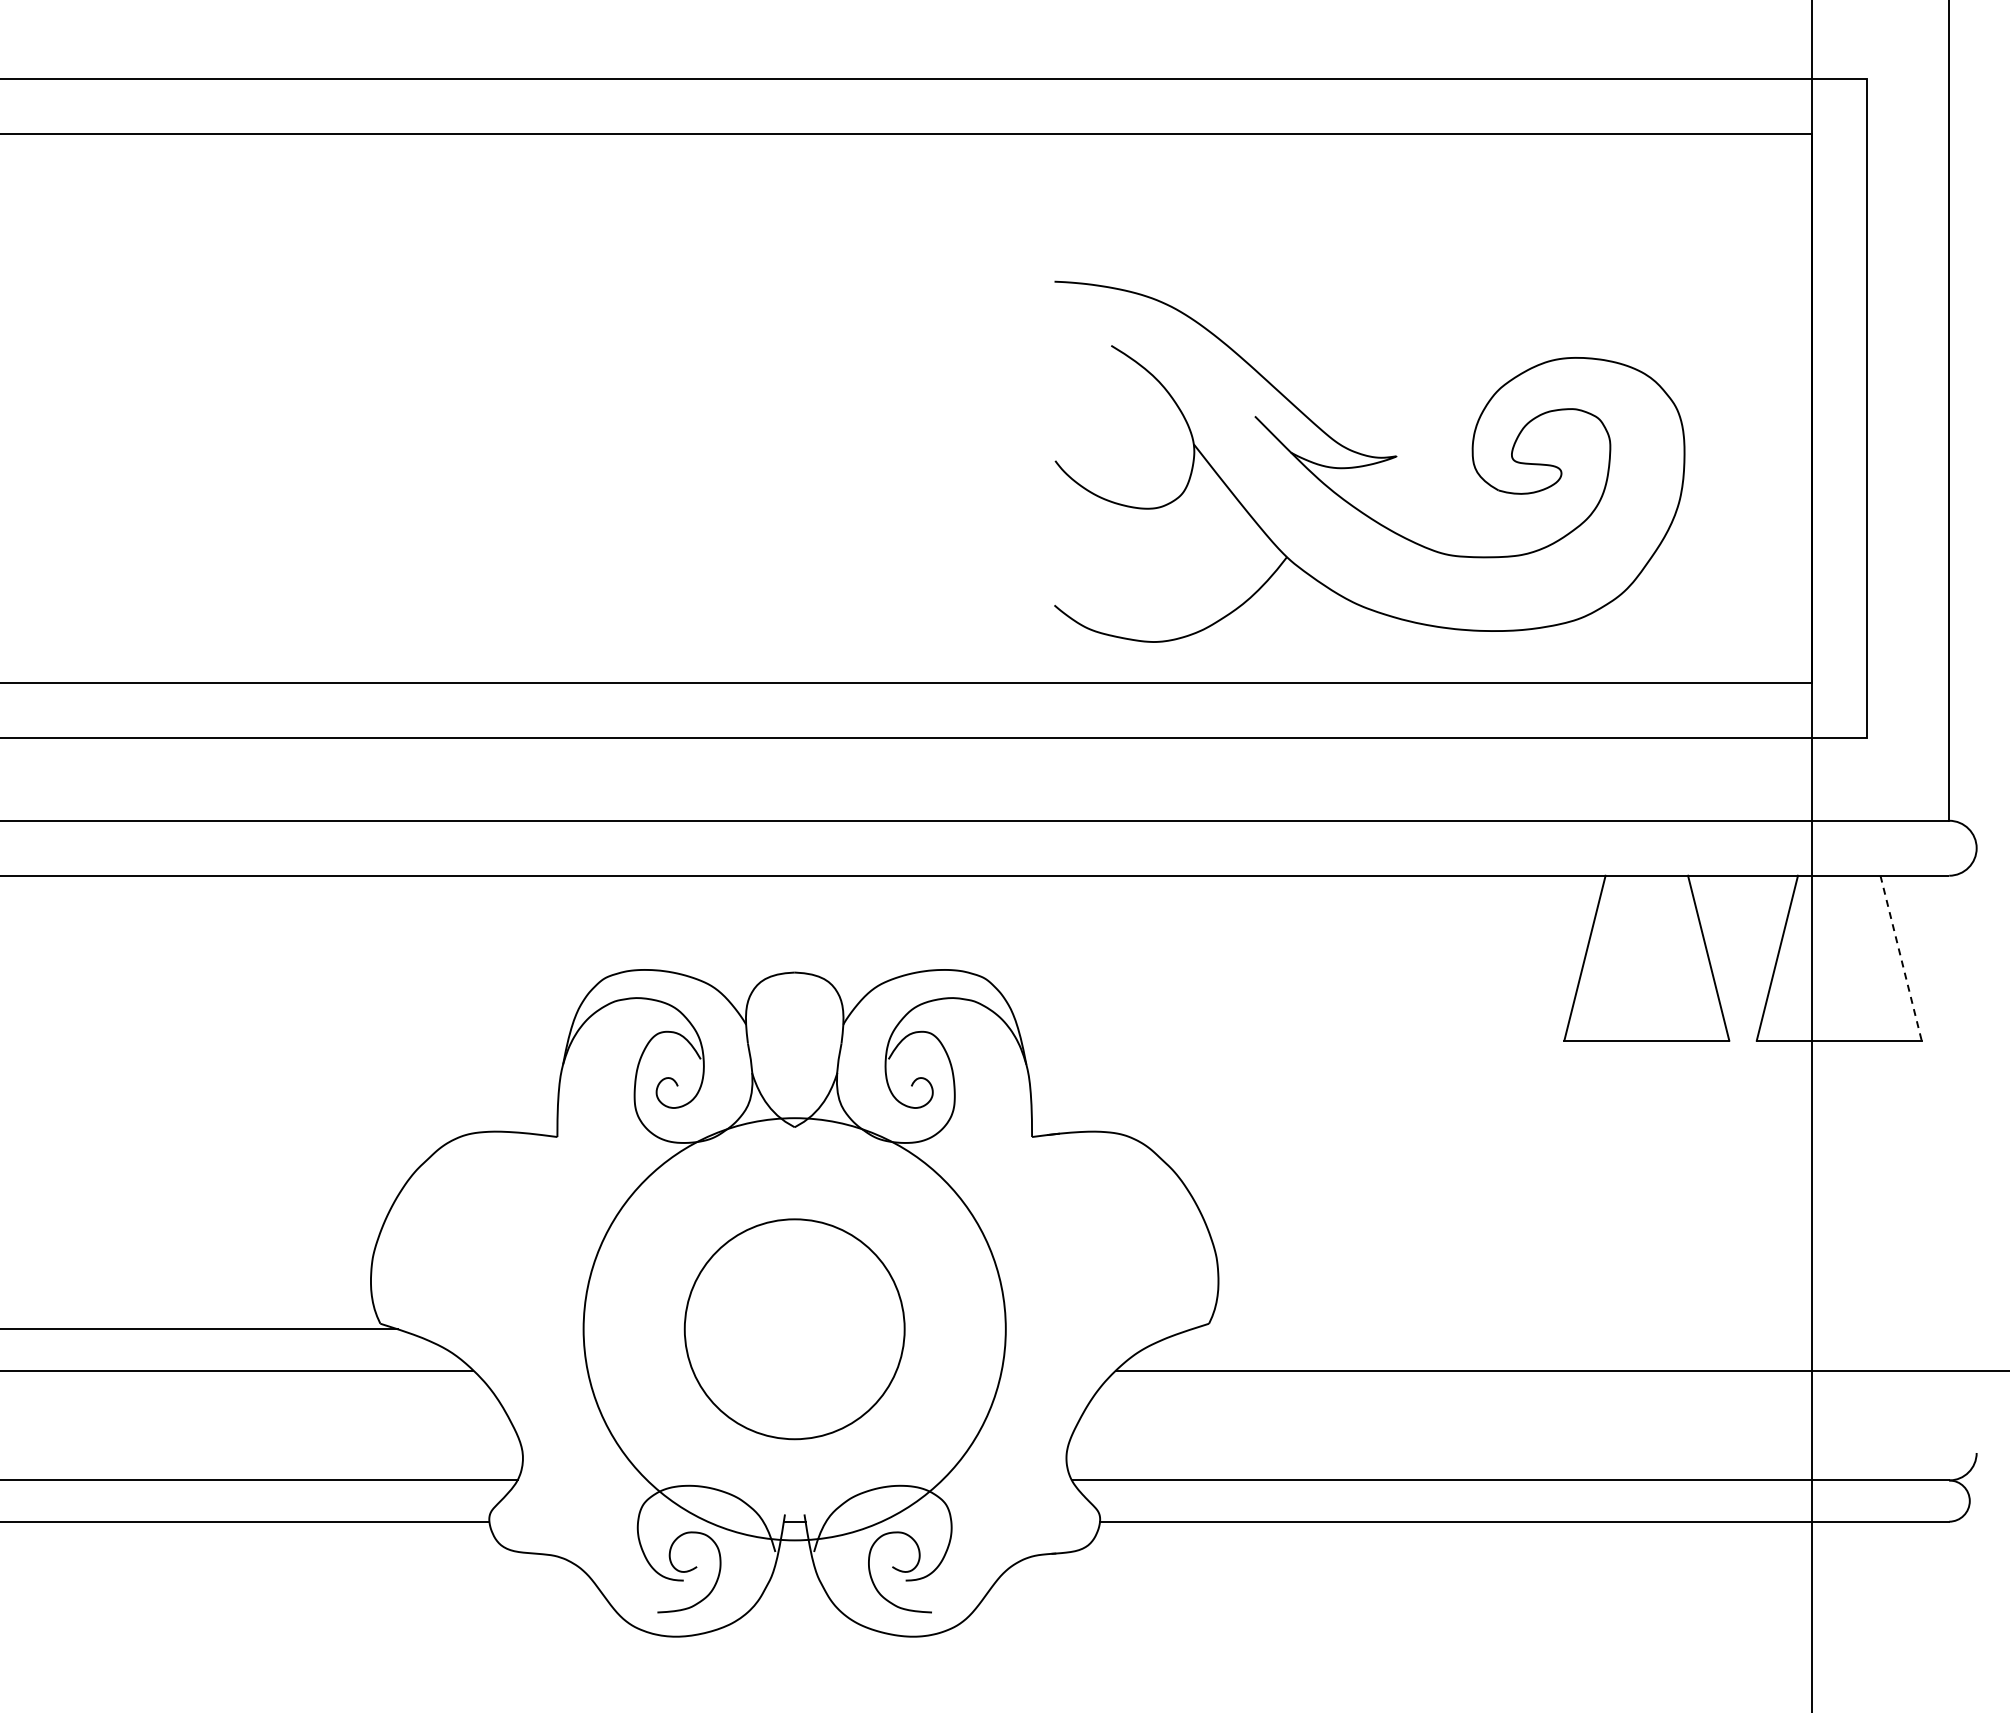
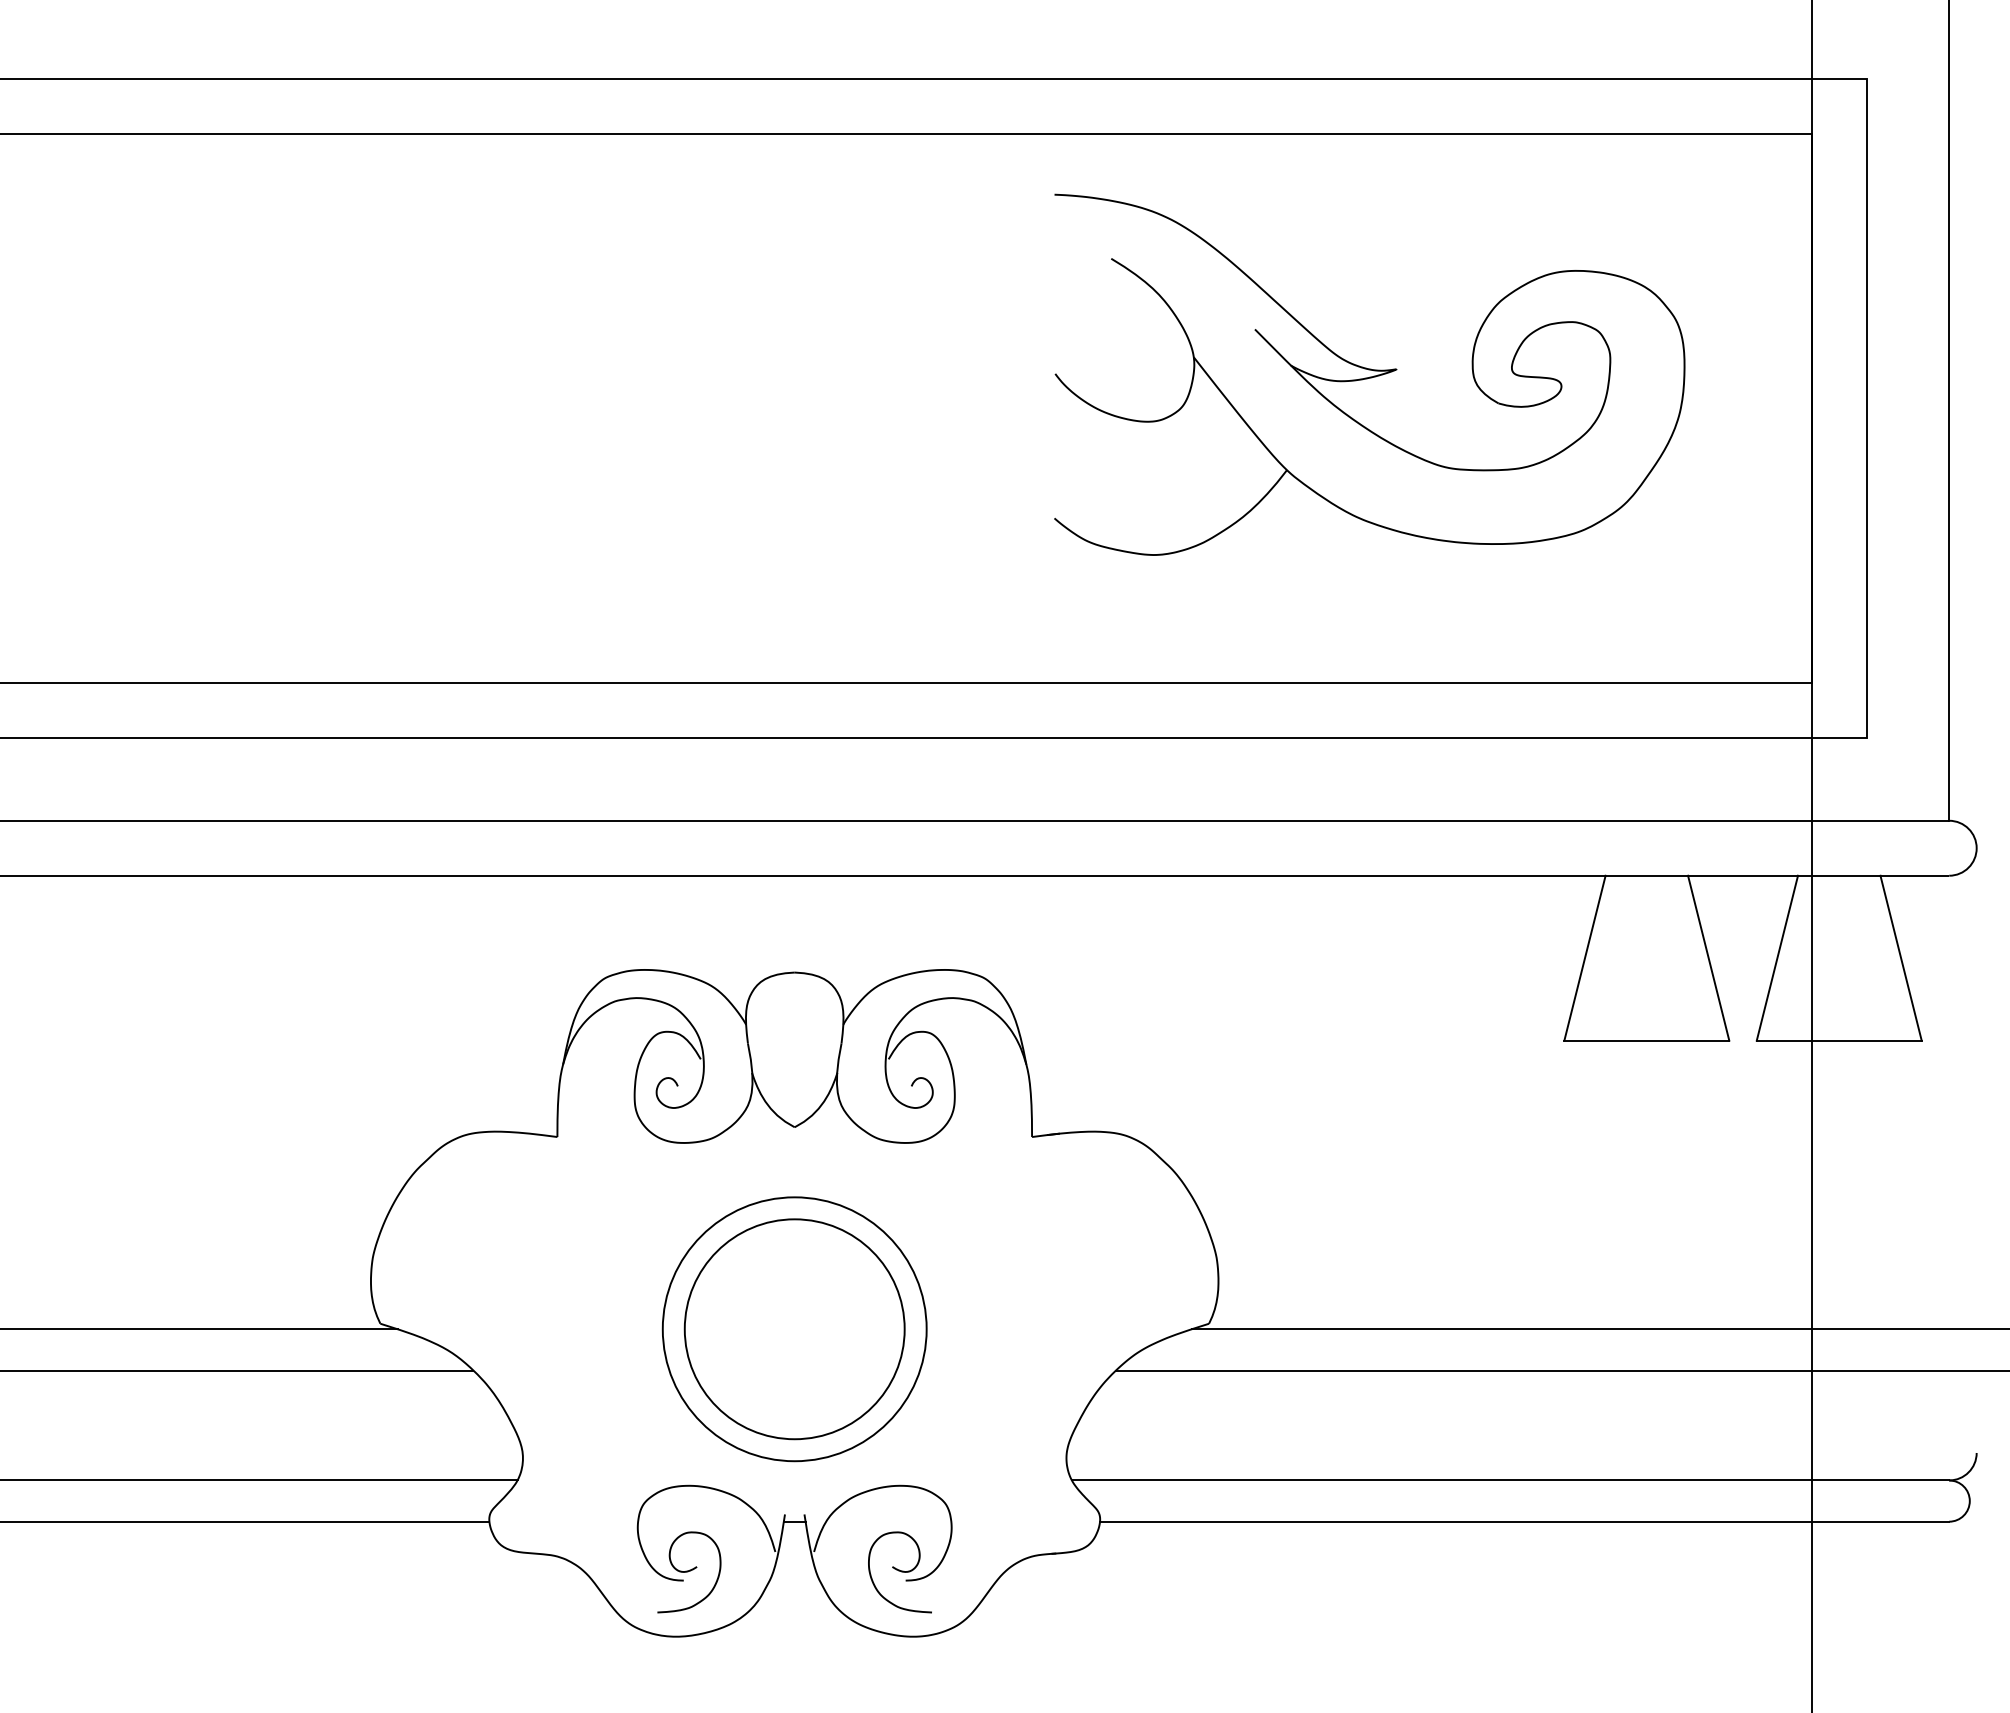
part at (1369, 461) position: (1369, 461) -> (1369, 374)
line at (1901, 958): dashed -> solid
circle at (794, 1329) diameter: 422 px -> 264 px
line at (1598, 1329): none -> present
